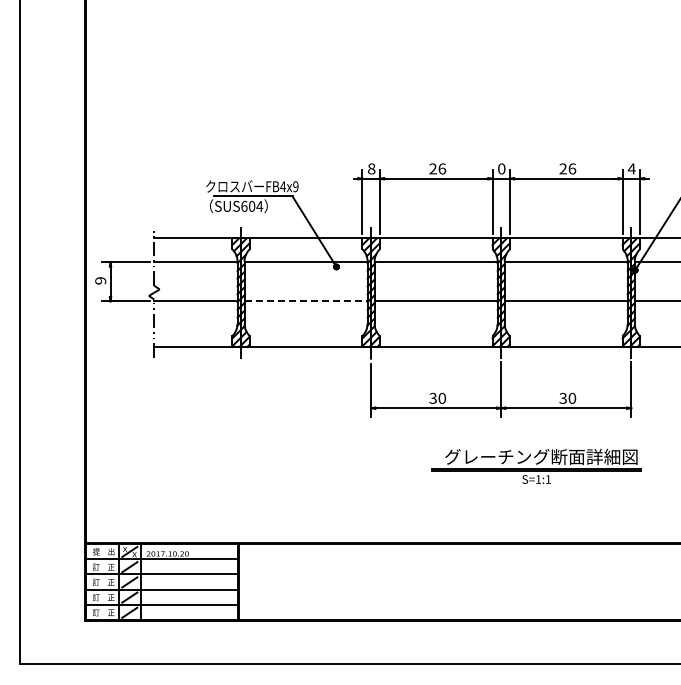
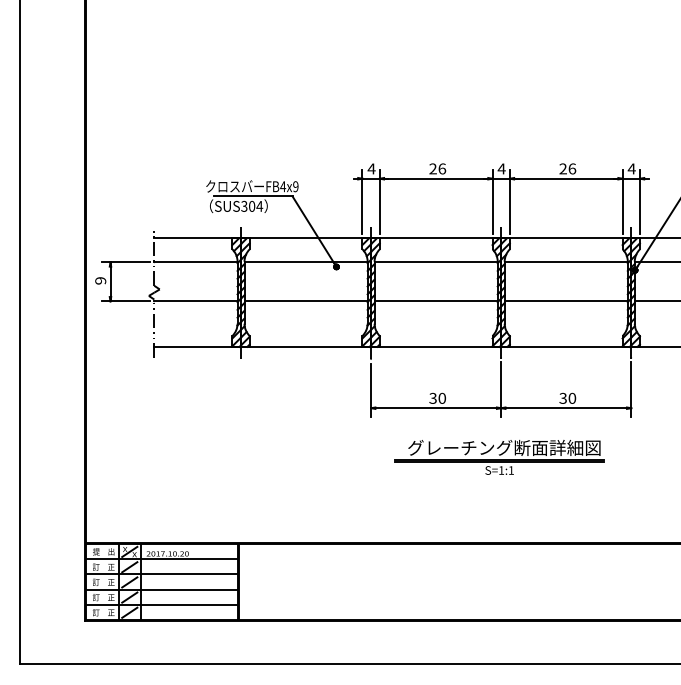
text at (371, 168): 8 -> 4
text at (501, 168): 0 -> 4
text at (244, 205): SUS604 -> SUS304
line at (306, 301): dashed -> solid
part at (536, 465) position: (536, 465) -> (499, 456)
